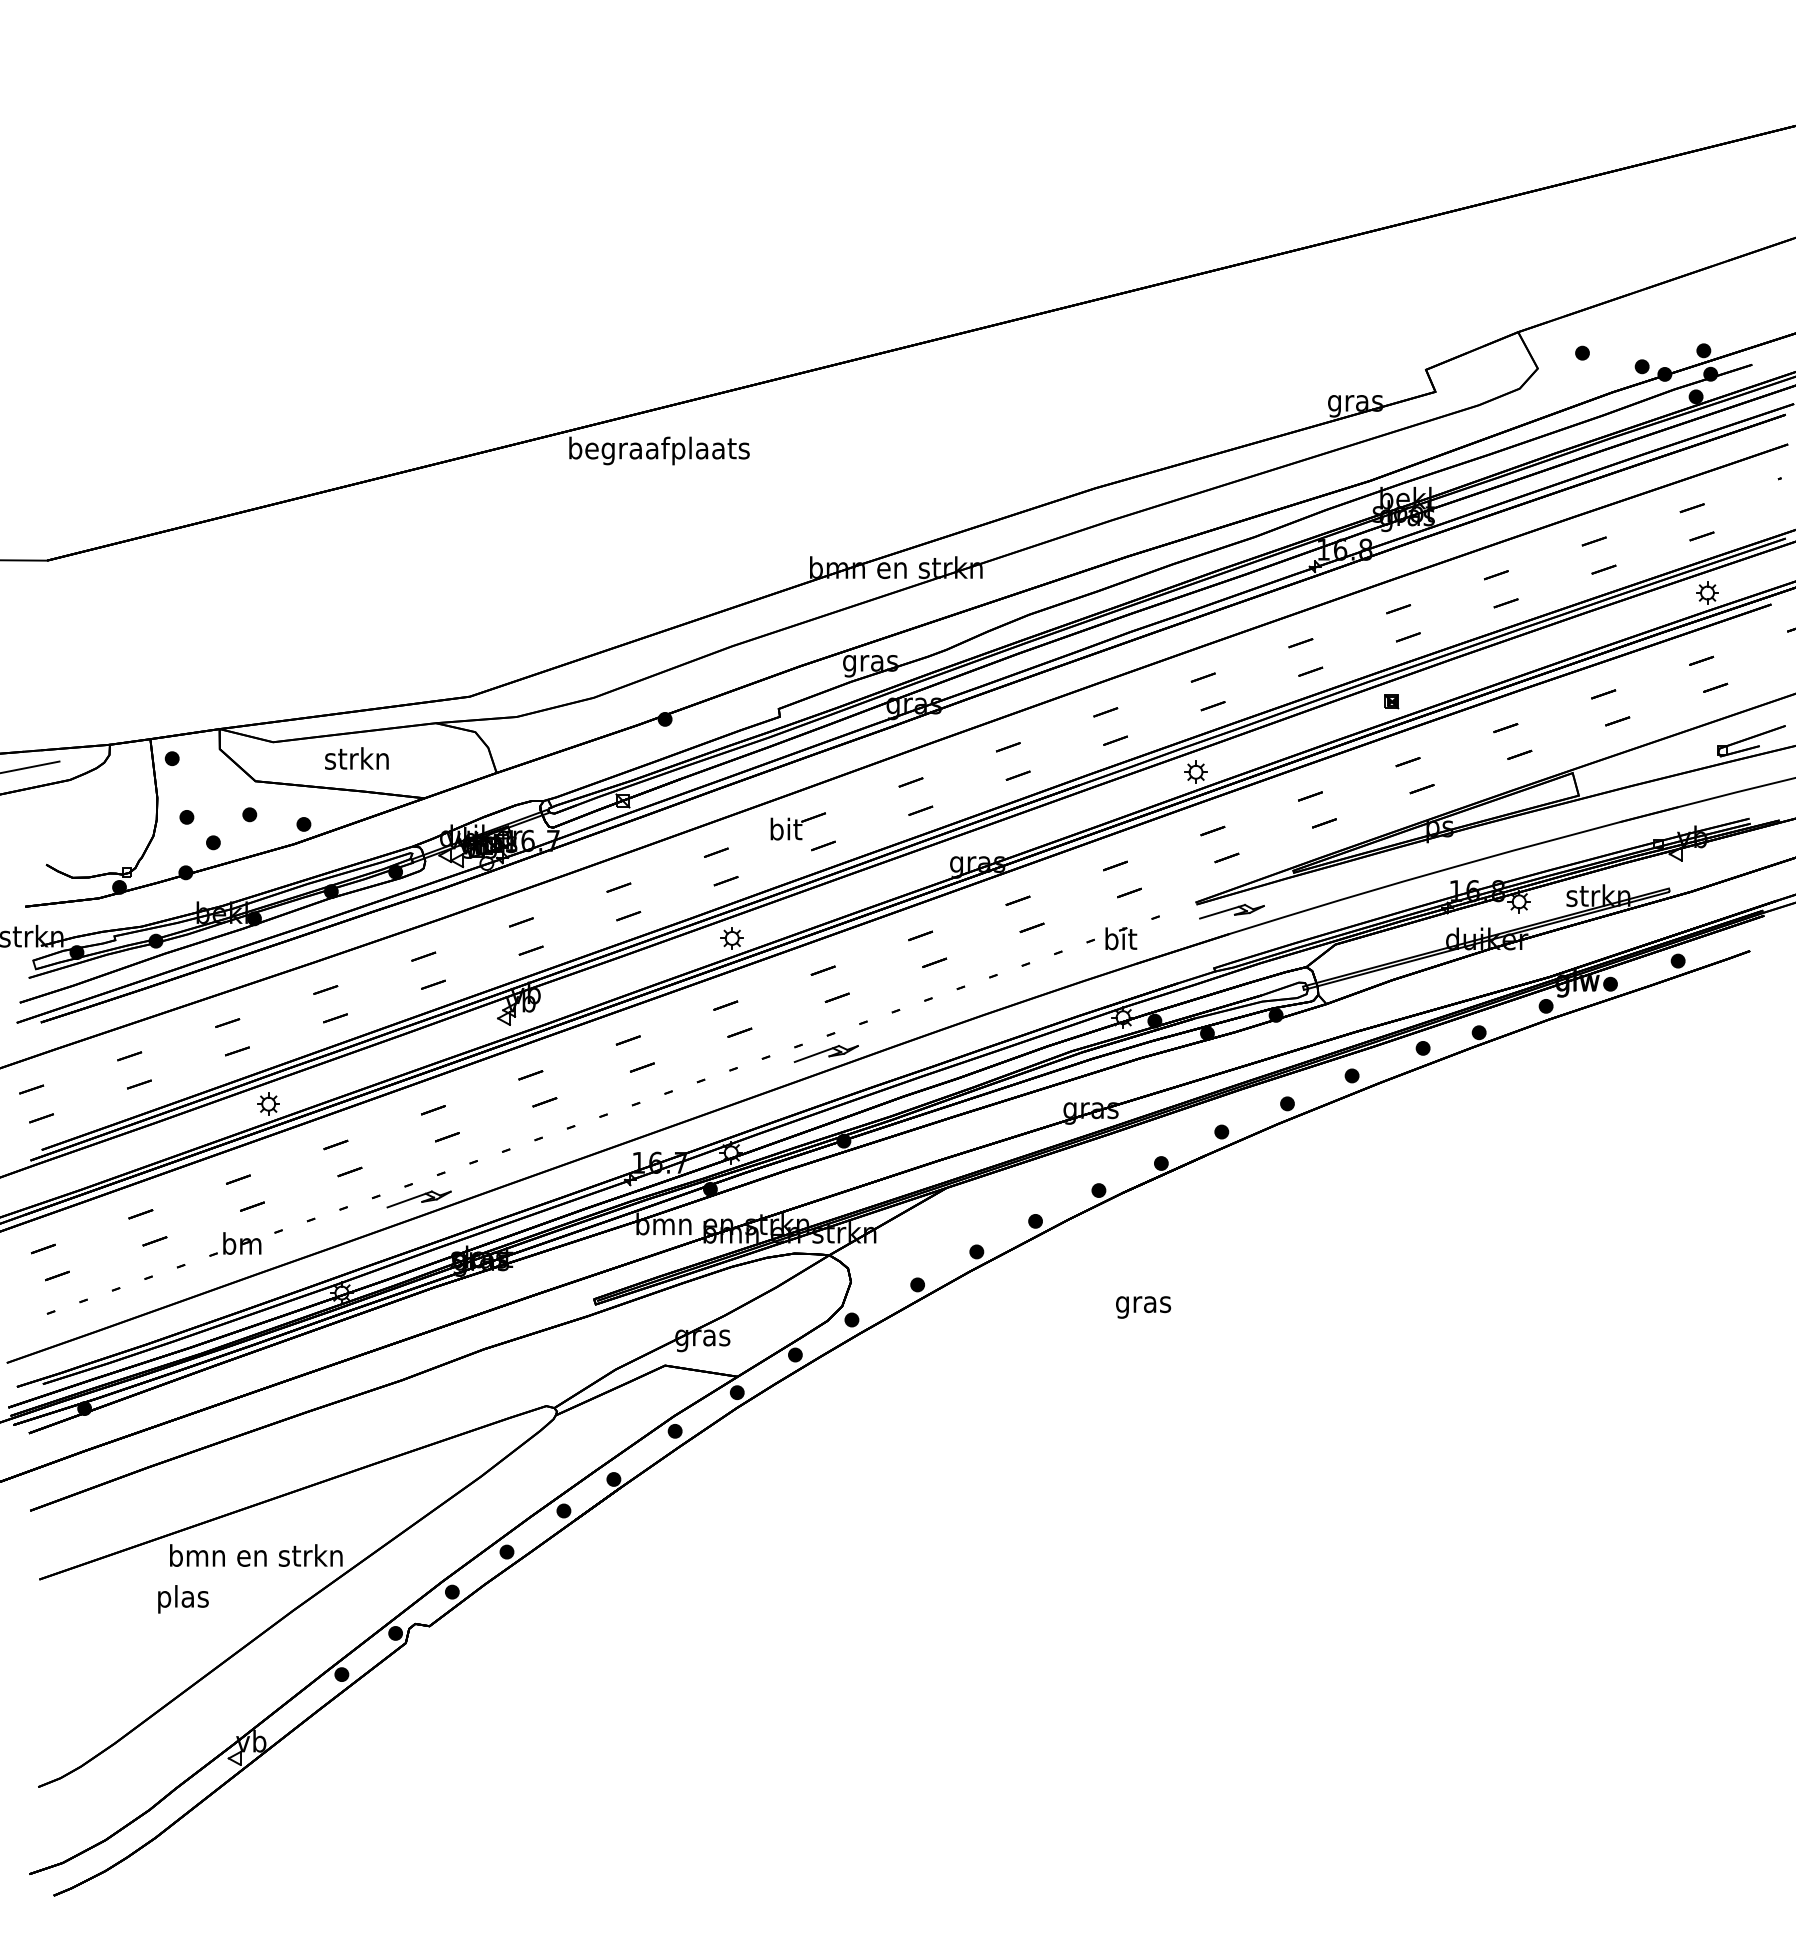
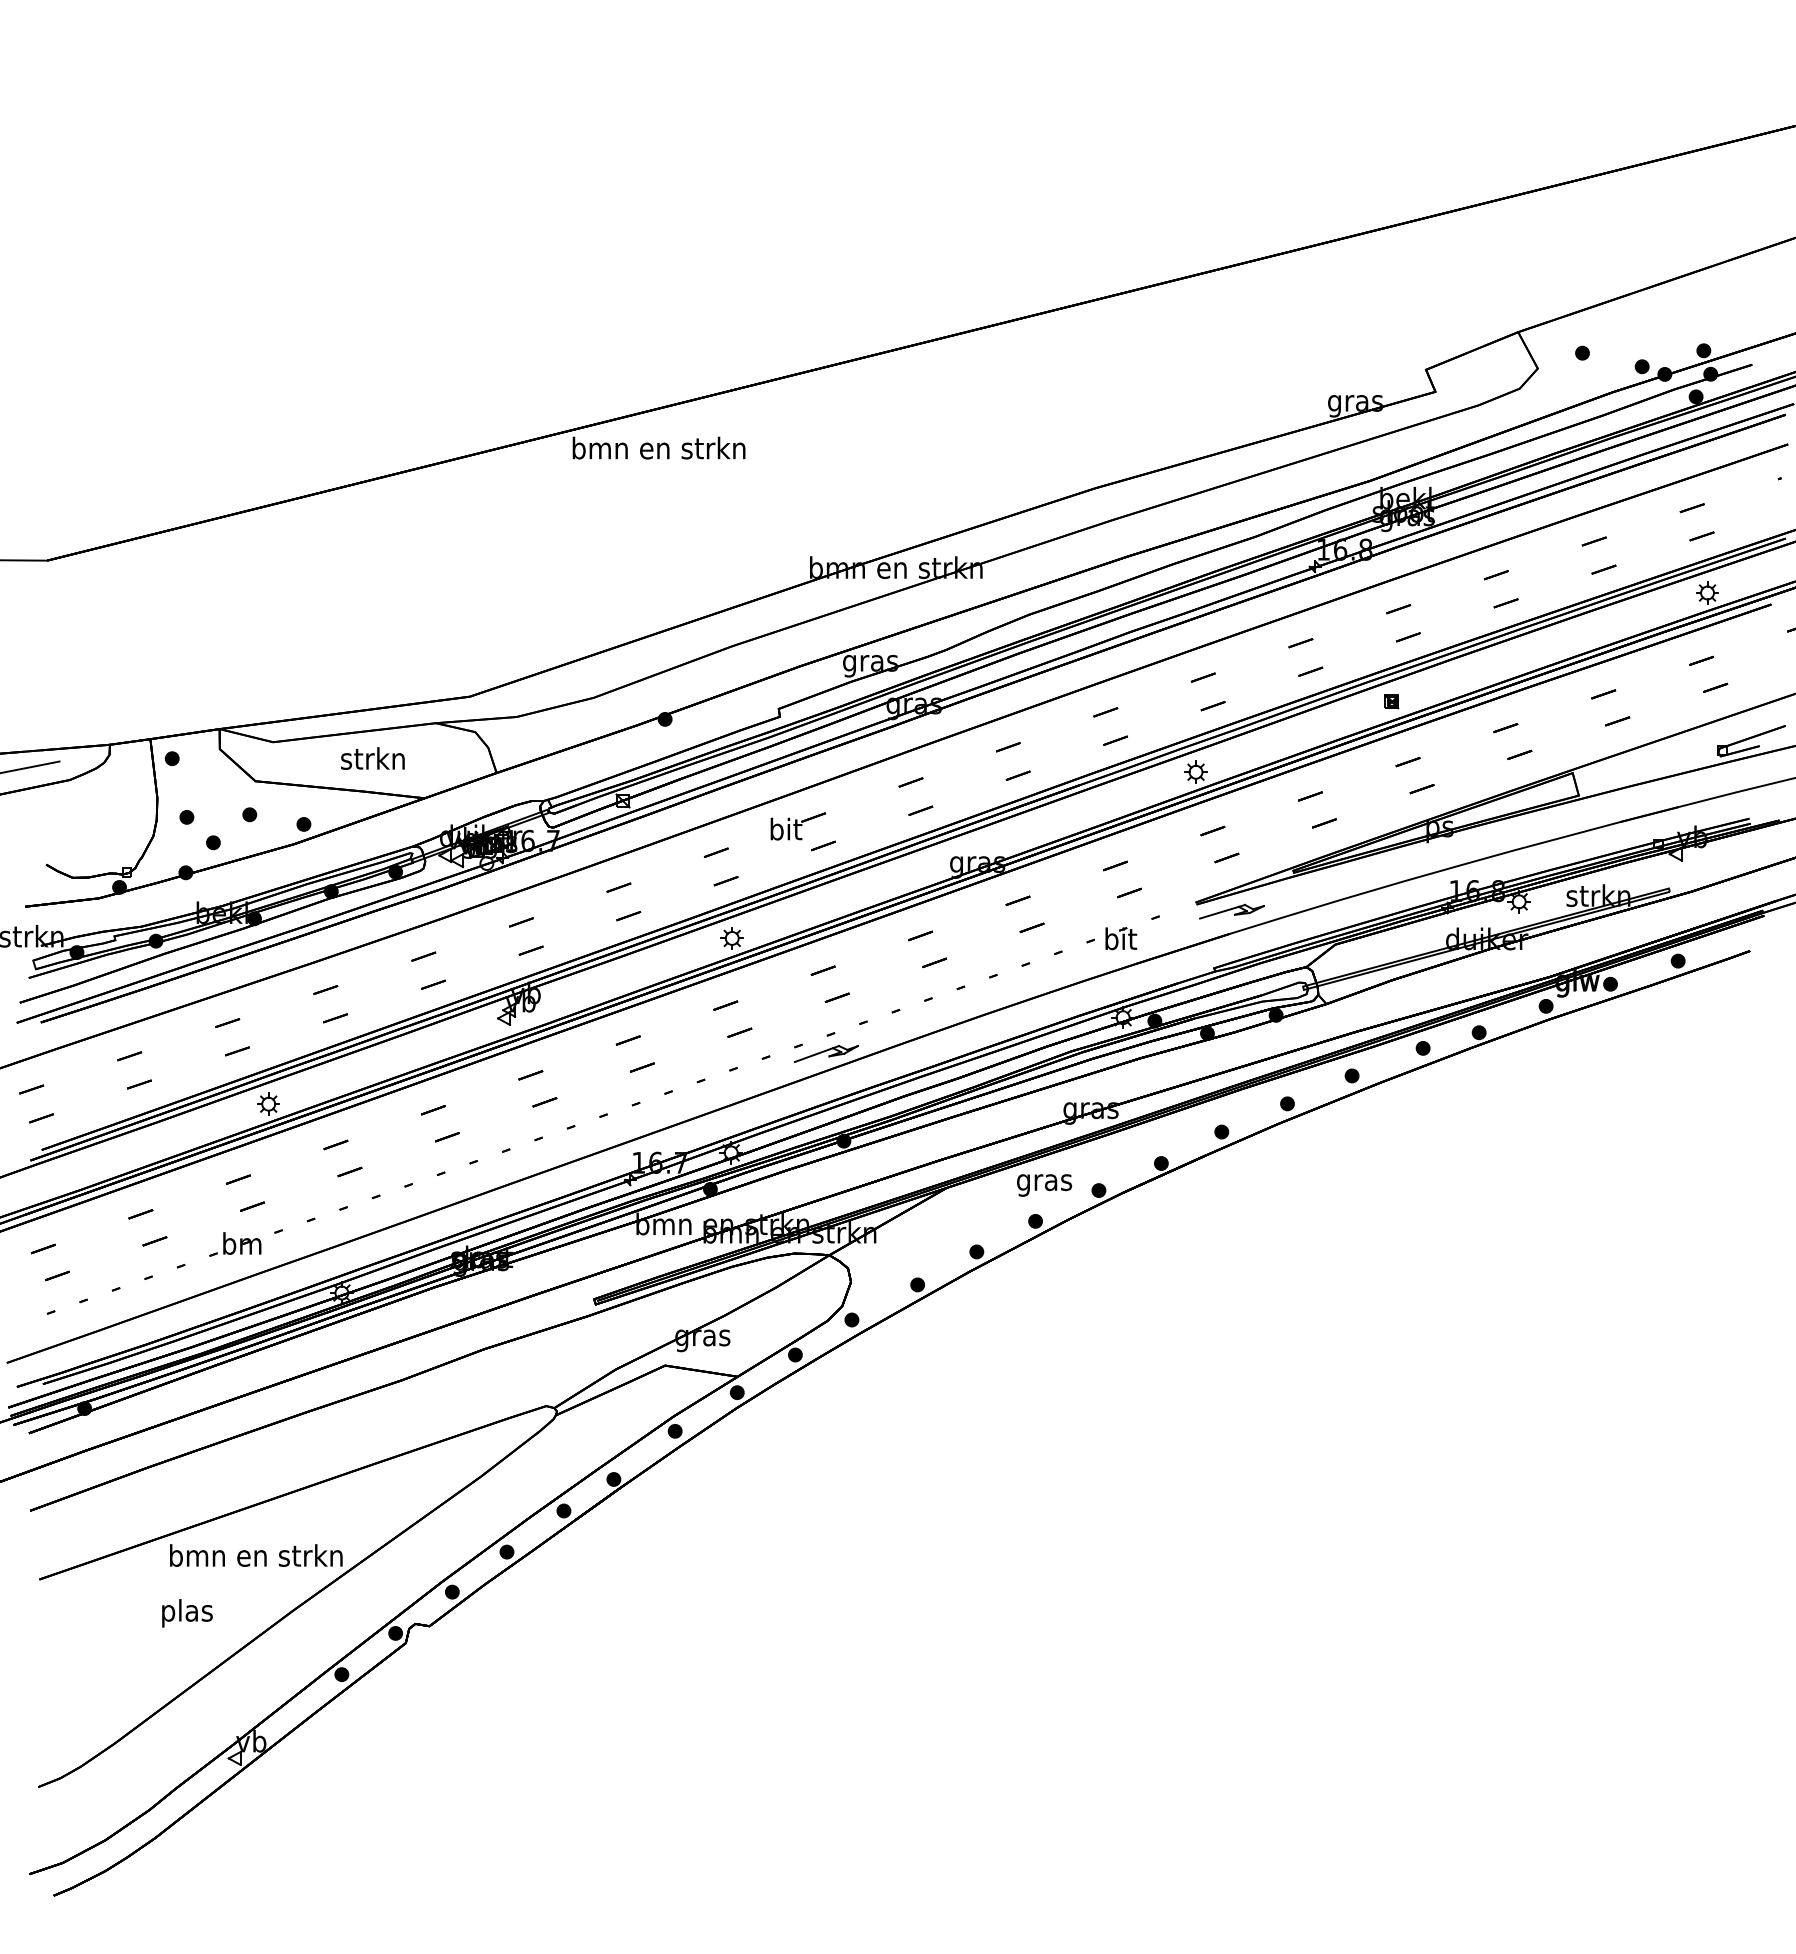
text at (659, 450): begraafplaats -> bmn en strkn
text at (356, 758) position: (356, 758) -> (372, 758)
part at (418, 1199): present -> none
text at (1143, 1307) position: (1143, 1307) -> (1044, 1185)
text at (183, 1599) position: (183, 1599) -> (187, 1613)
